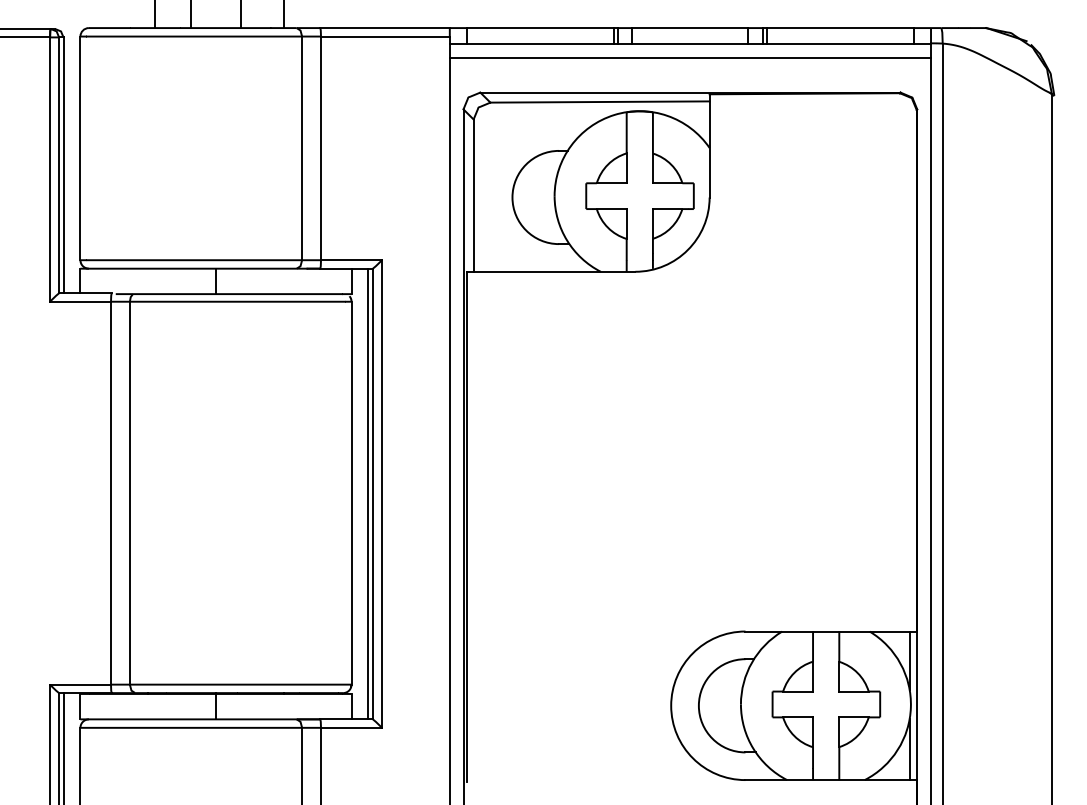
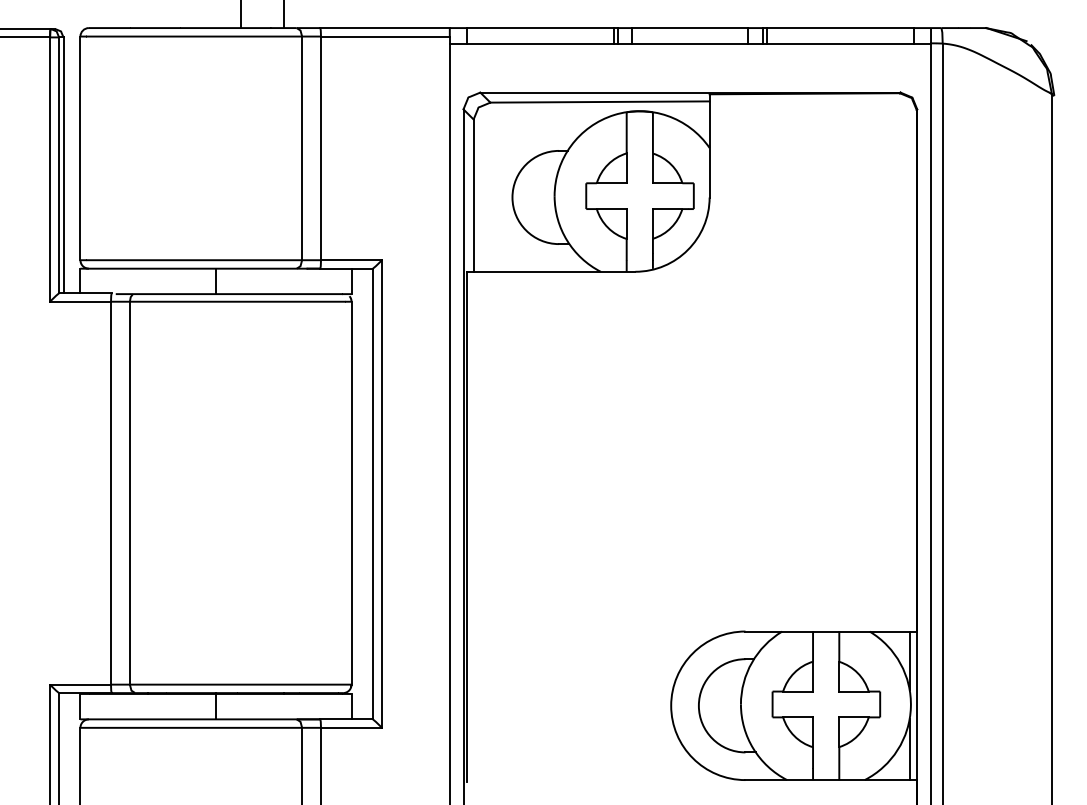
line at (155, 15): present -> none
line at (190, 15): present -> none
line at (690, 57): present -> none
line at (368, 493): present -> none
line at (63, 747): present -> none
